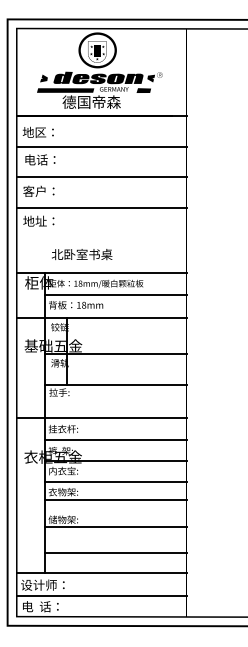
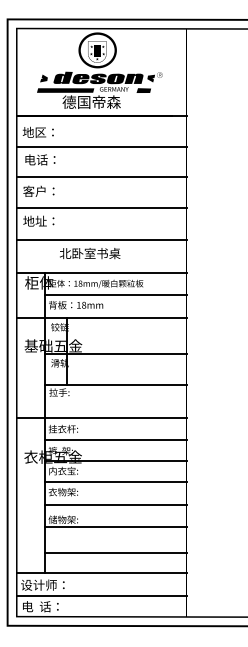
line at (101, 239): none -> present
text at (82, 254) position: (82, 254) -> (90, 253)
line at (115, 499) position: (115, 499) -> (115, 504)
